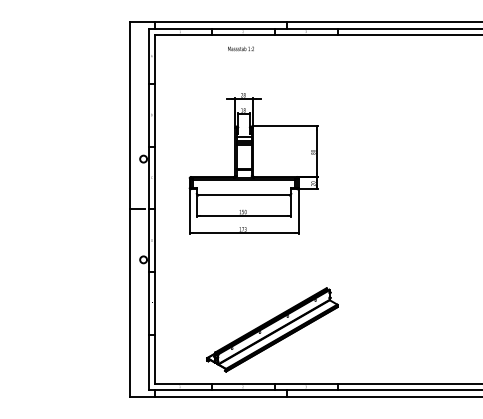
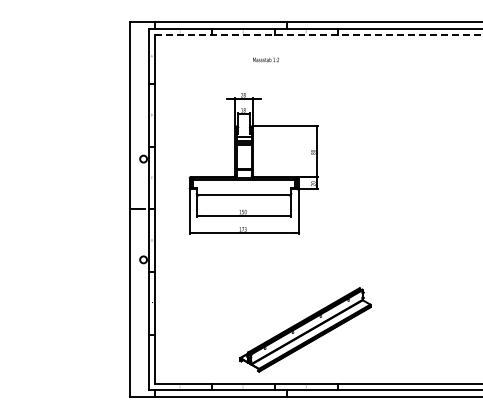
line at (318, 35): solid -> dashed
text at (240, 48) position: (240, 48) -> (265, 59)
part at (272, 329) position: (272, 329) -> (305, 329)
